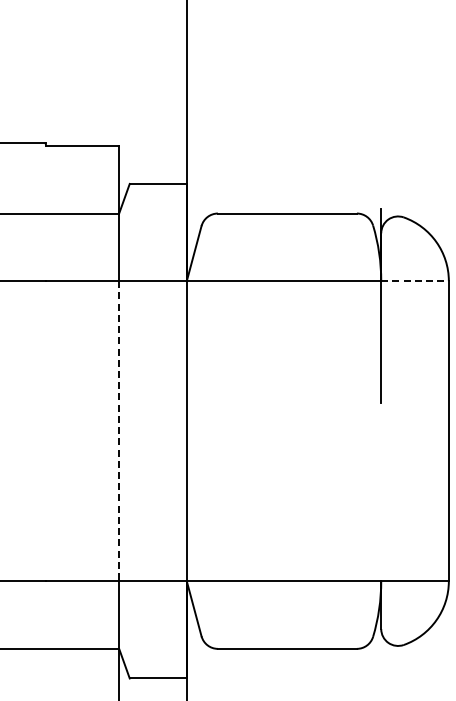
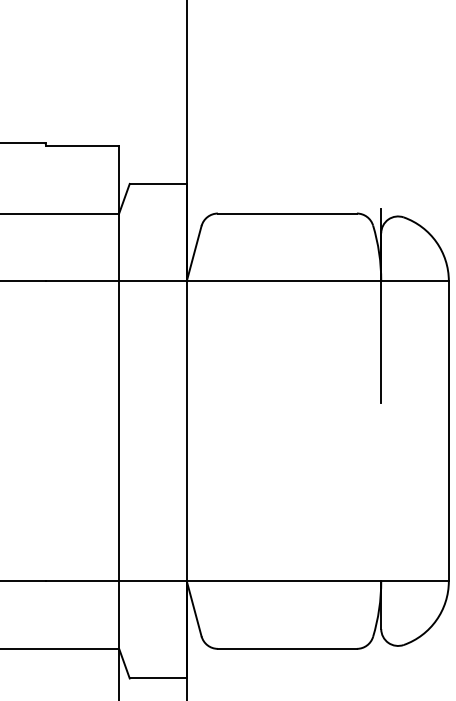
line at (415, 281): dashed -> solid
line at (119, 431): dashed -> solid
